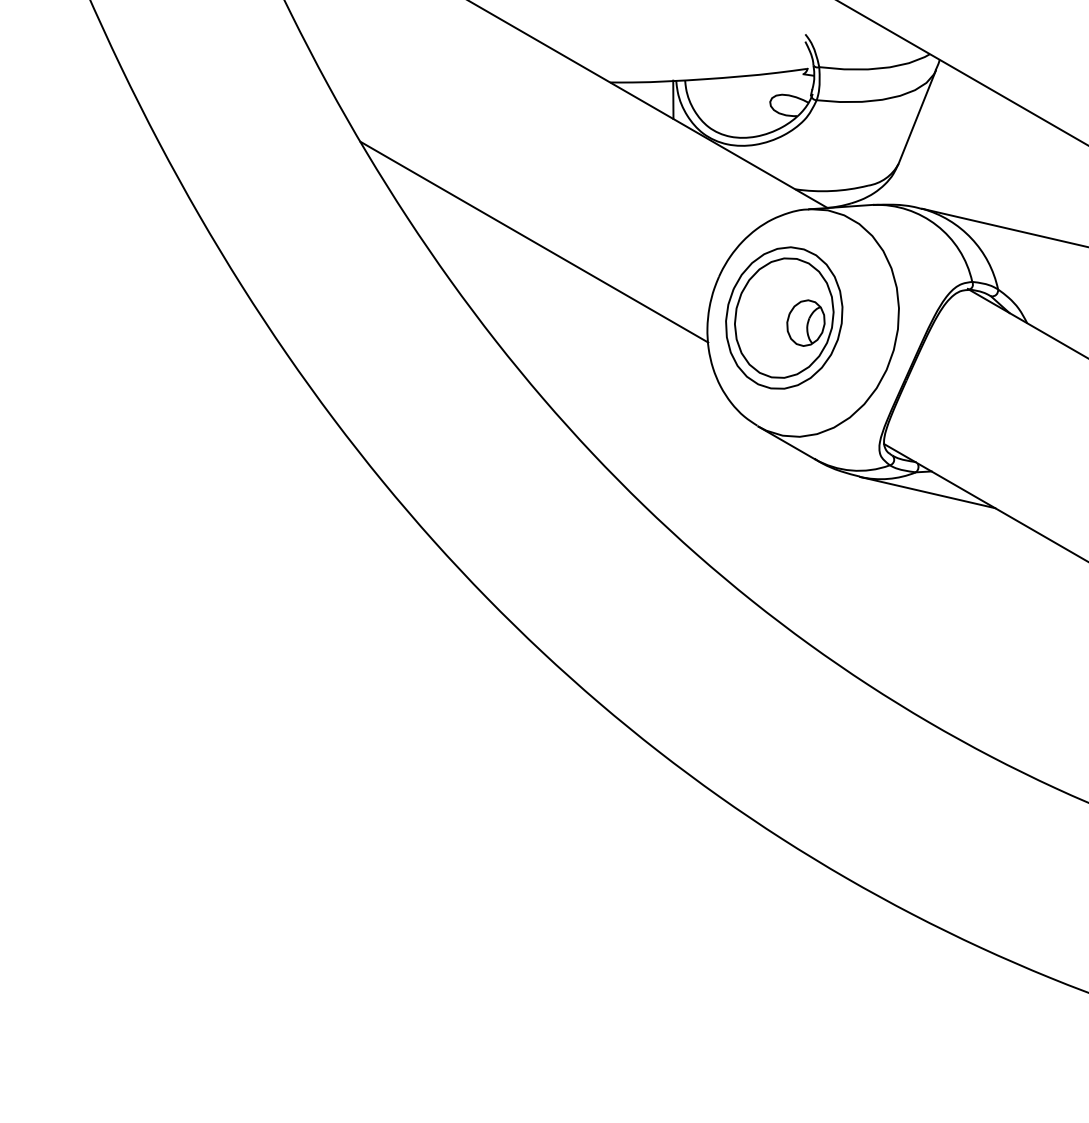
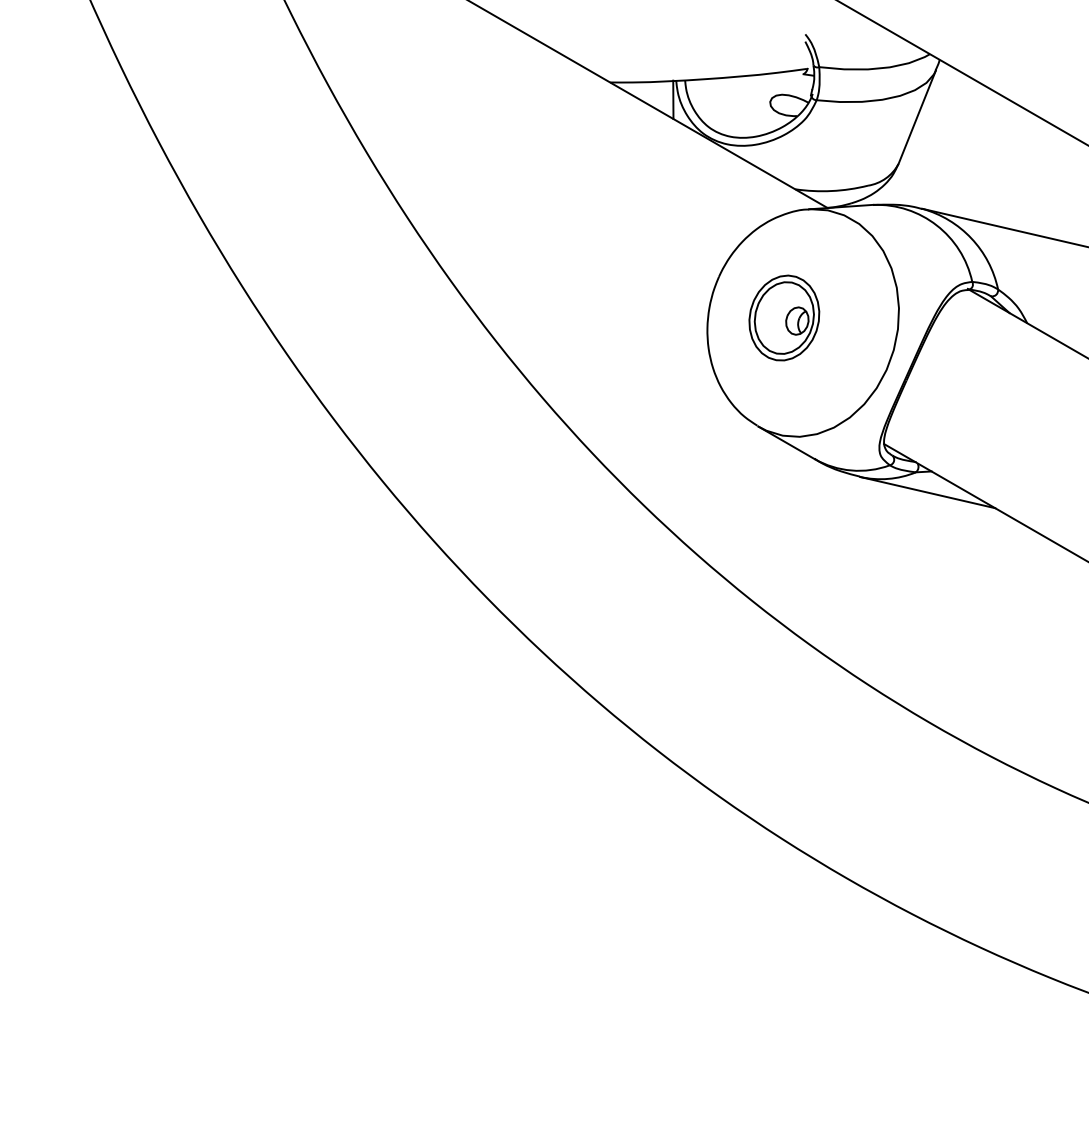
line at (534, 241): present -> none
part at (784, 317) size: 119x144 px -> 73x88 px
